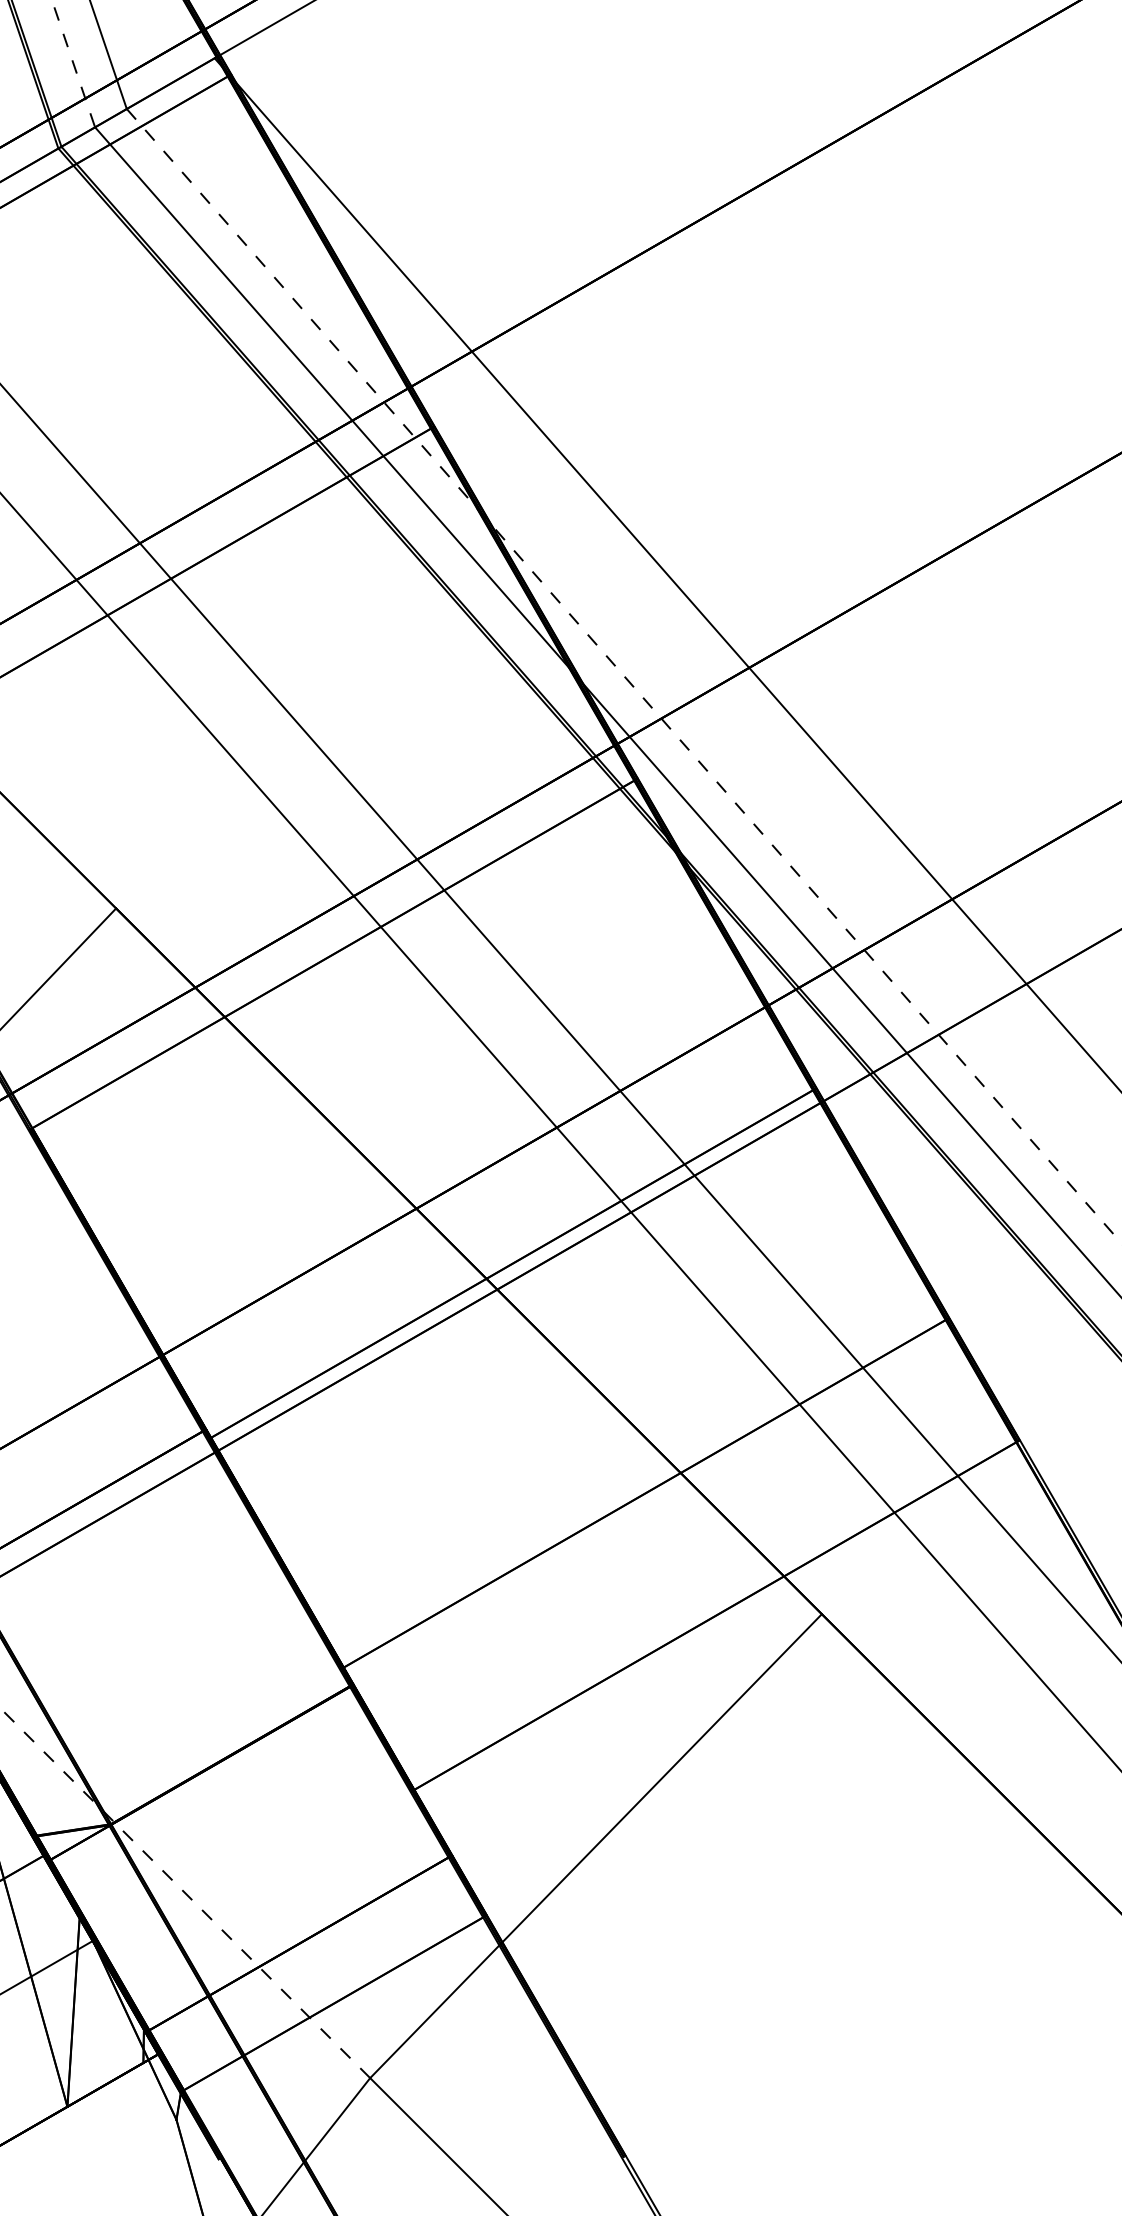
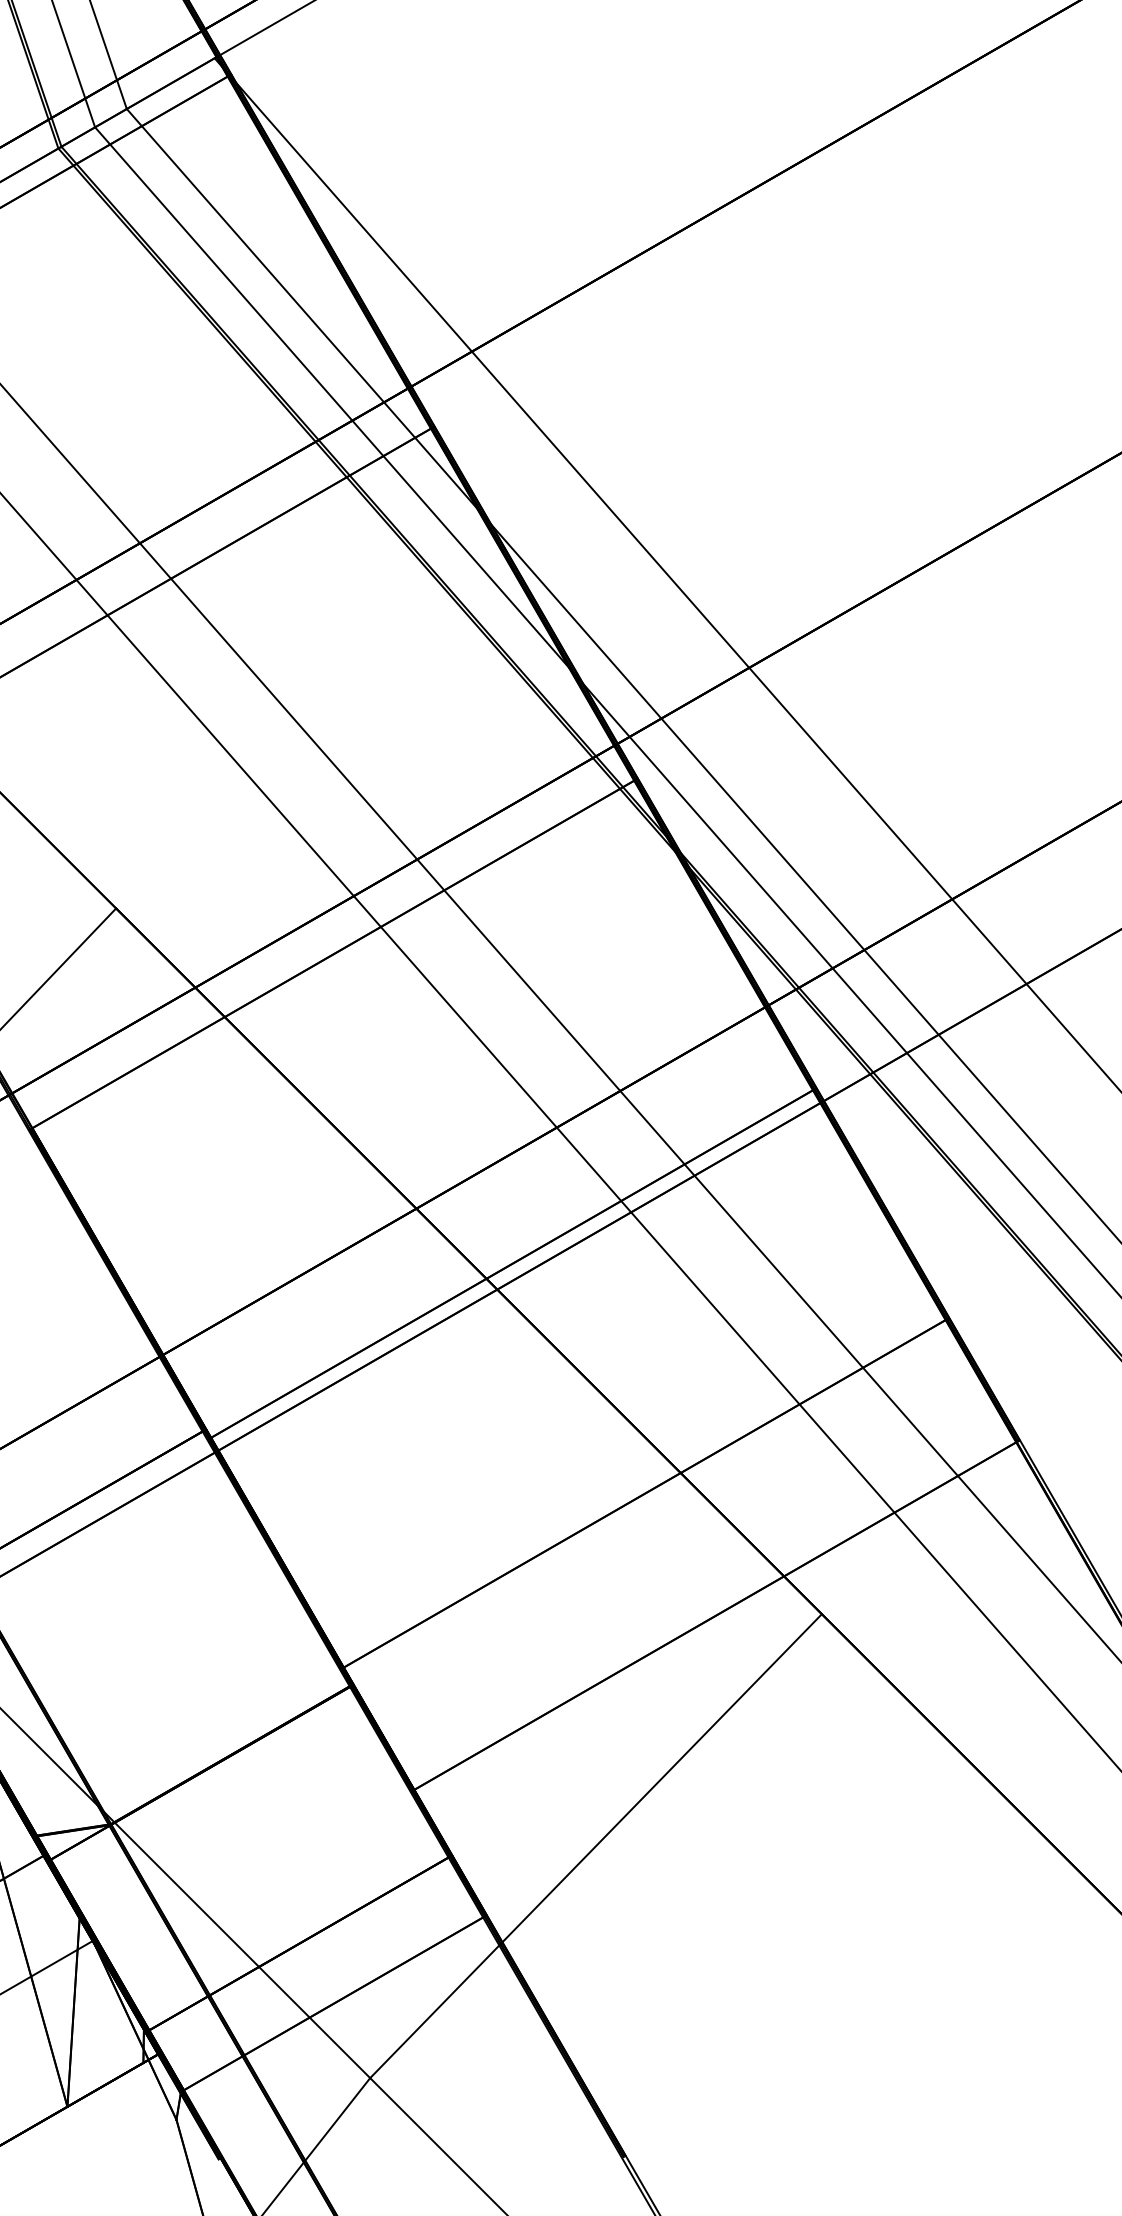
line at (73, 63): dashed -> solid
line at (624, 676): dashed -> solid
line at (184, 1892): dashed -> solid
